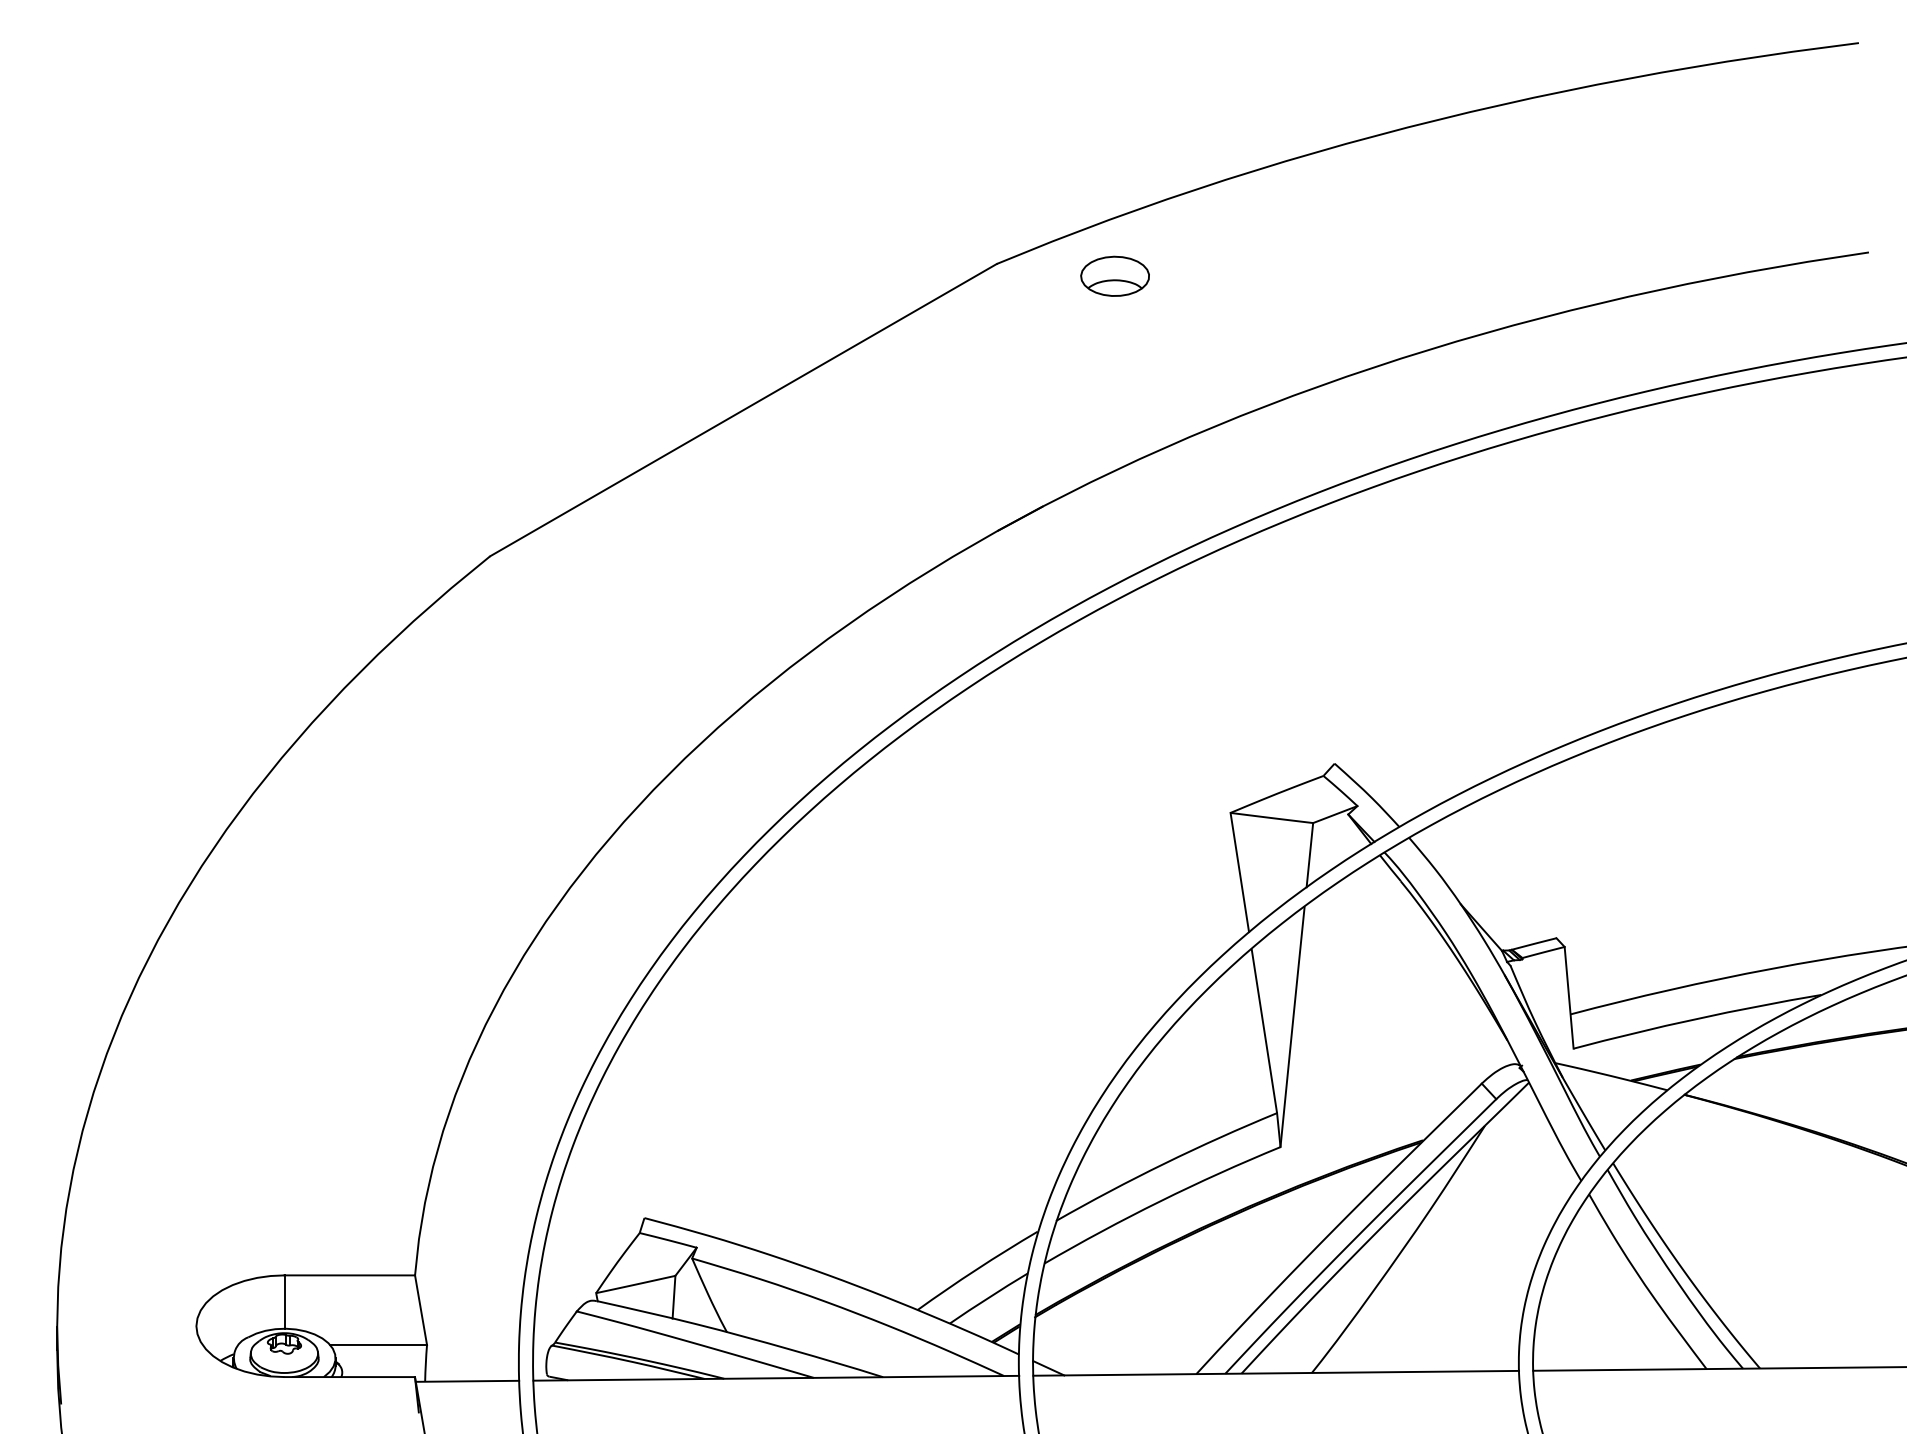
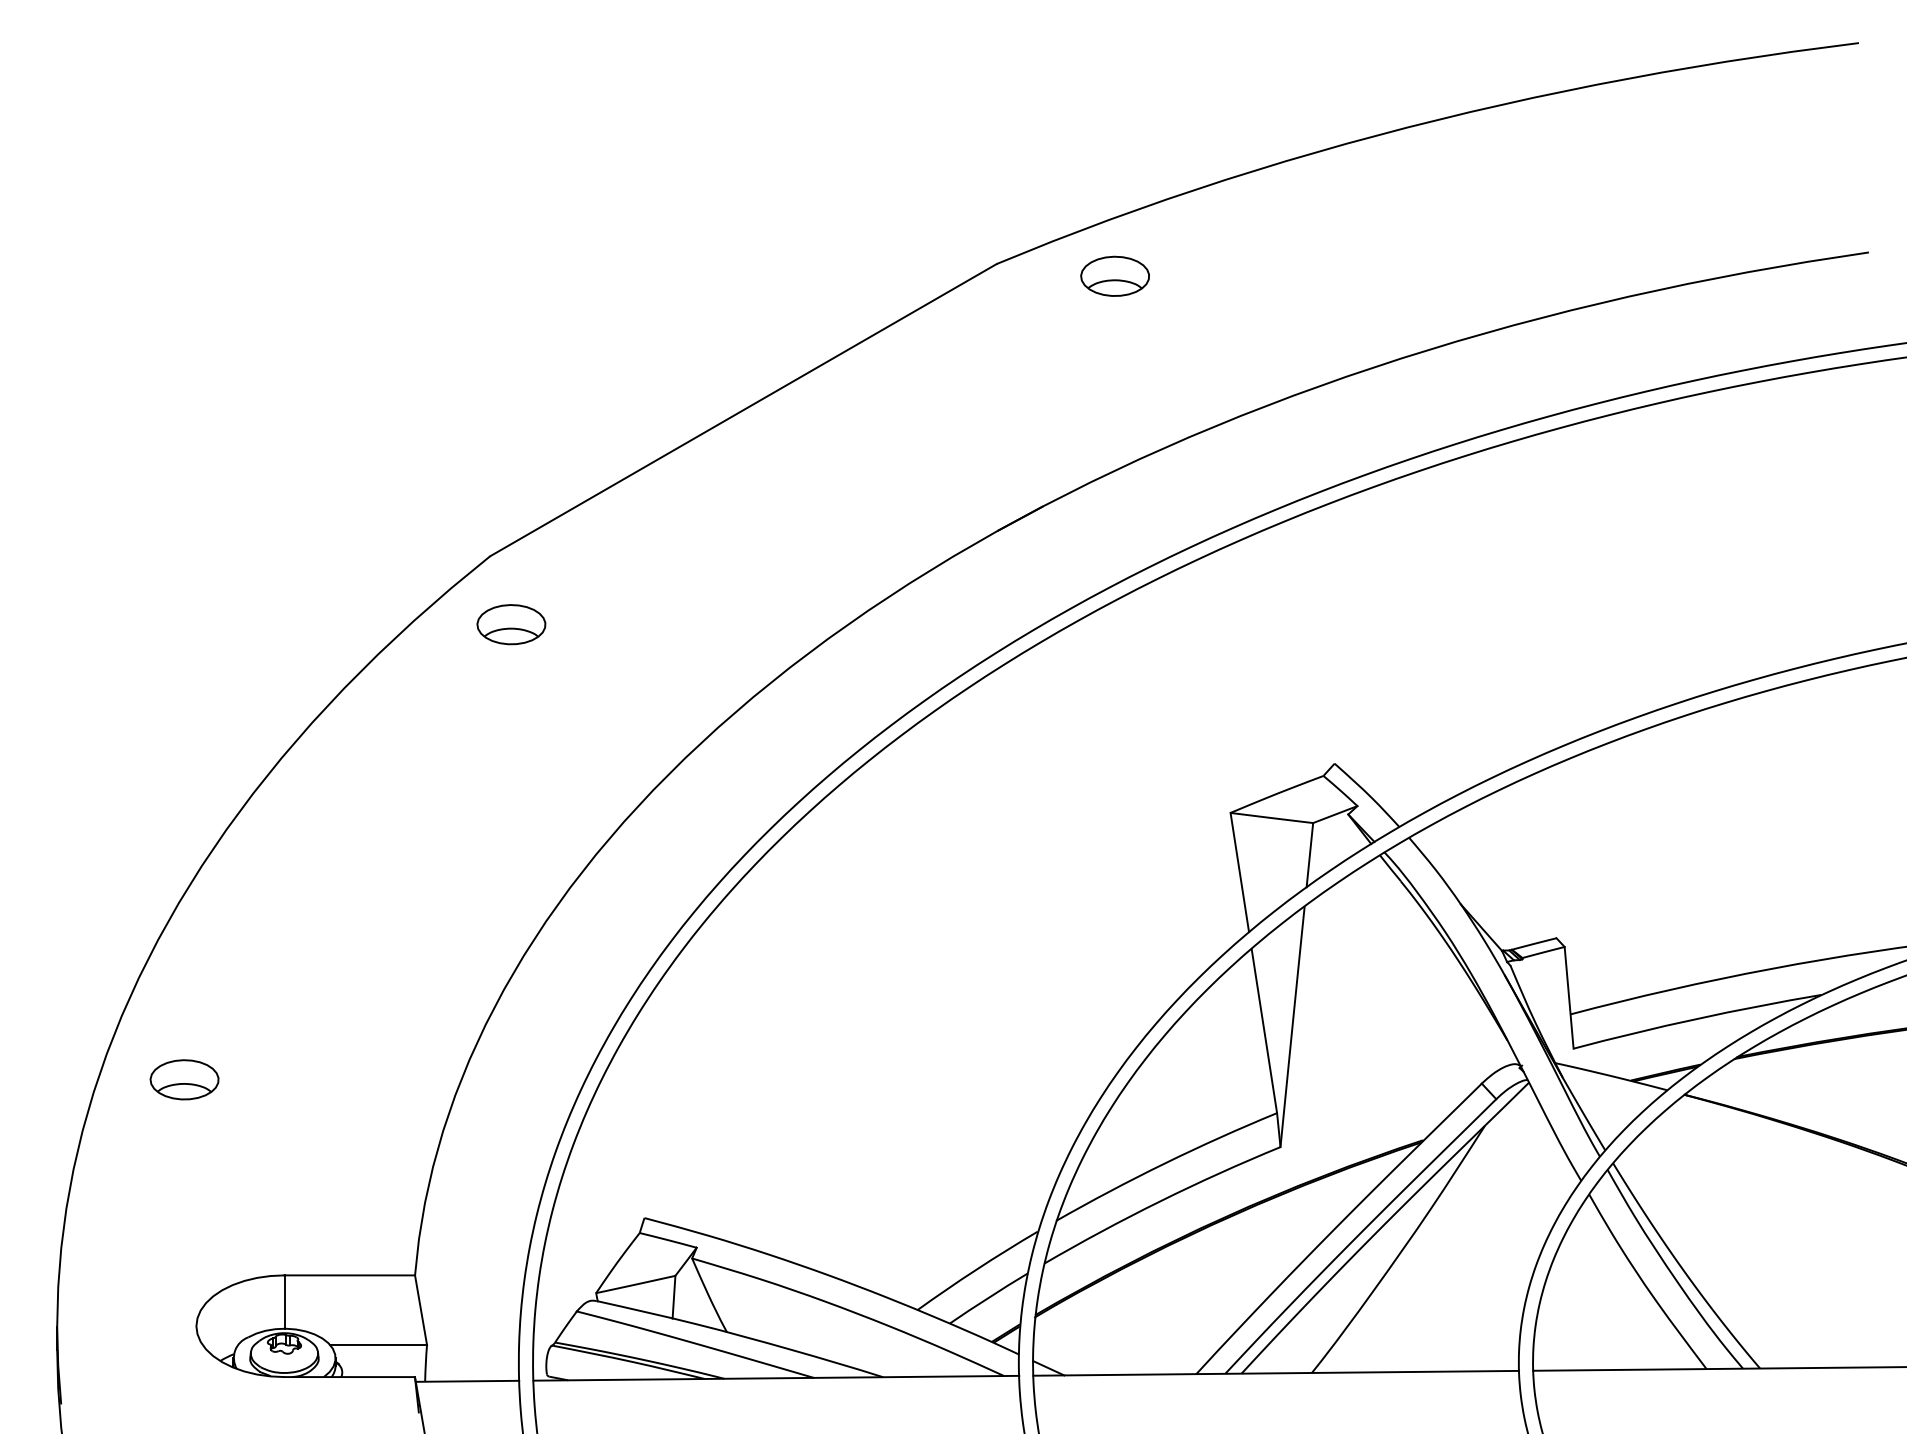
part at (511, 624): none -> present
part at (184, 1079): none -> present
